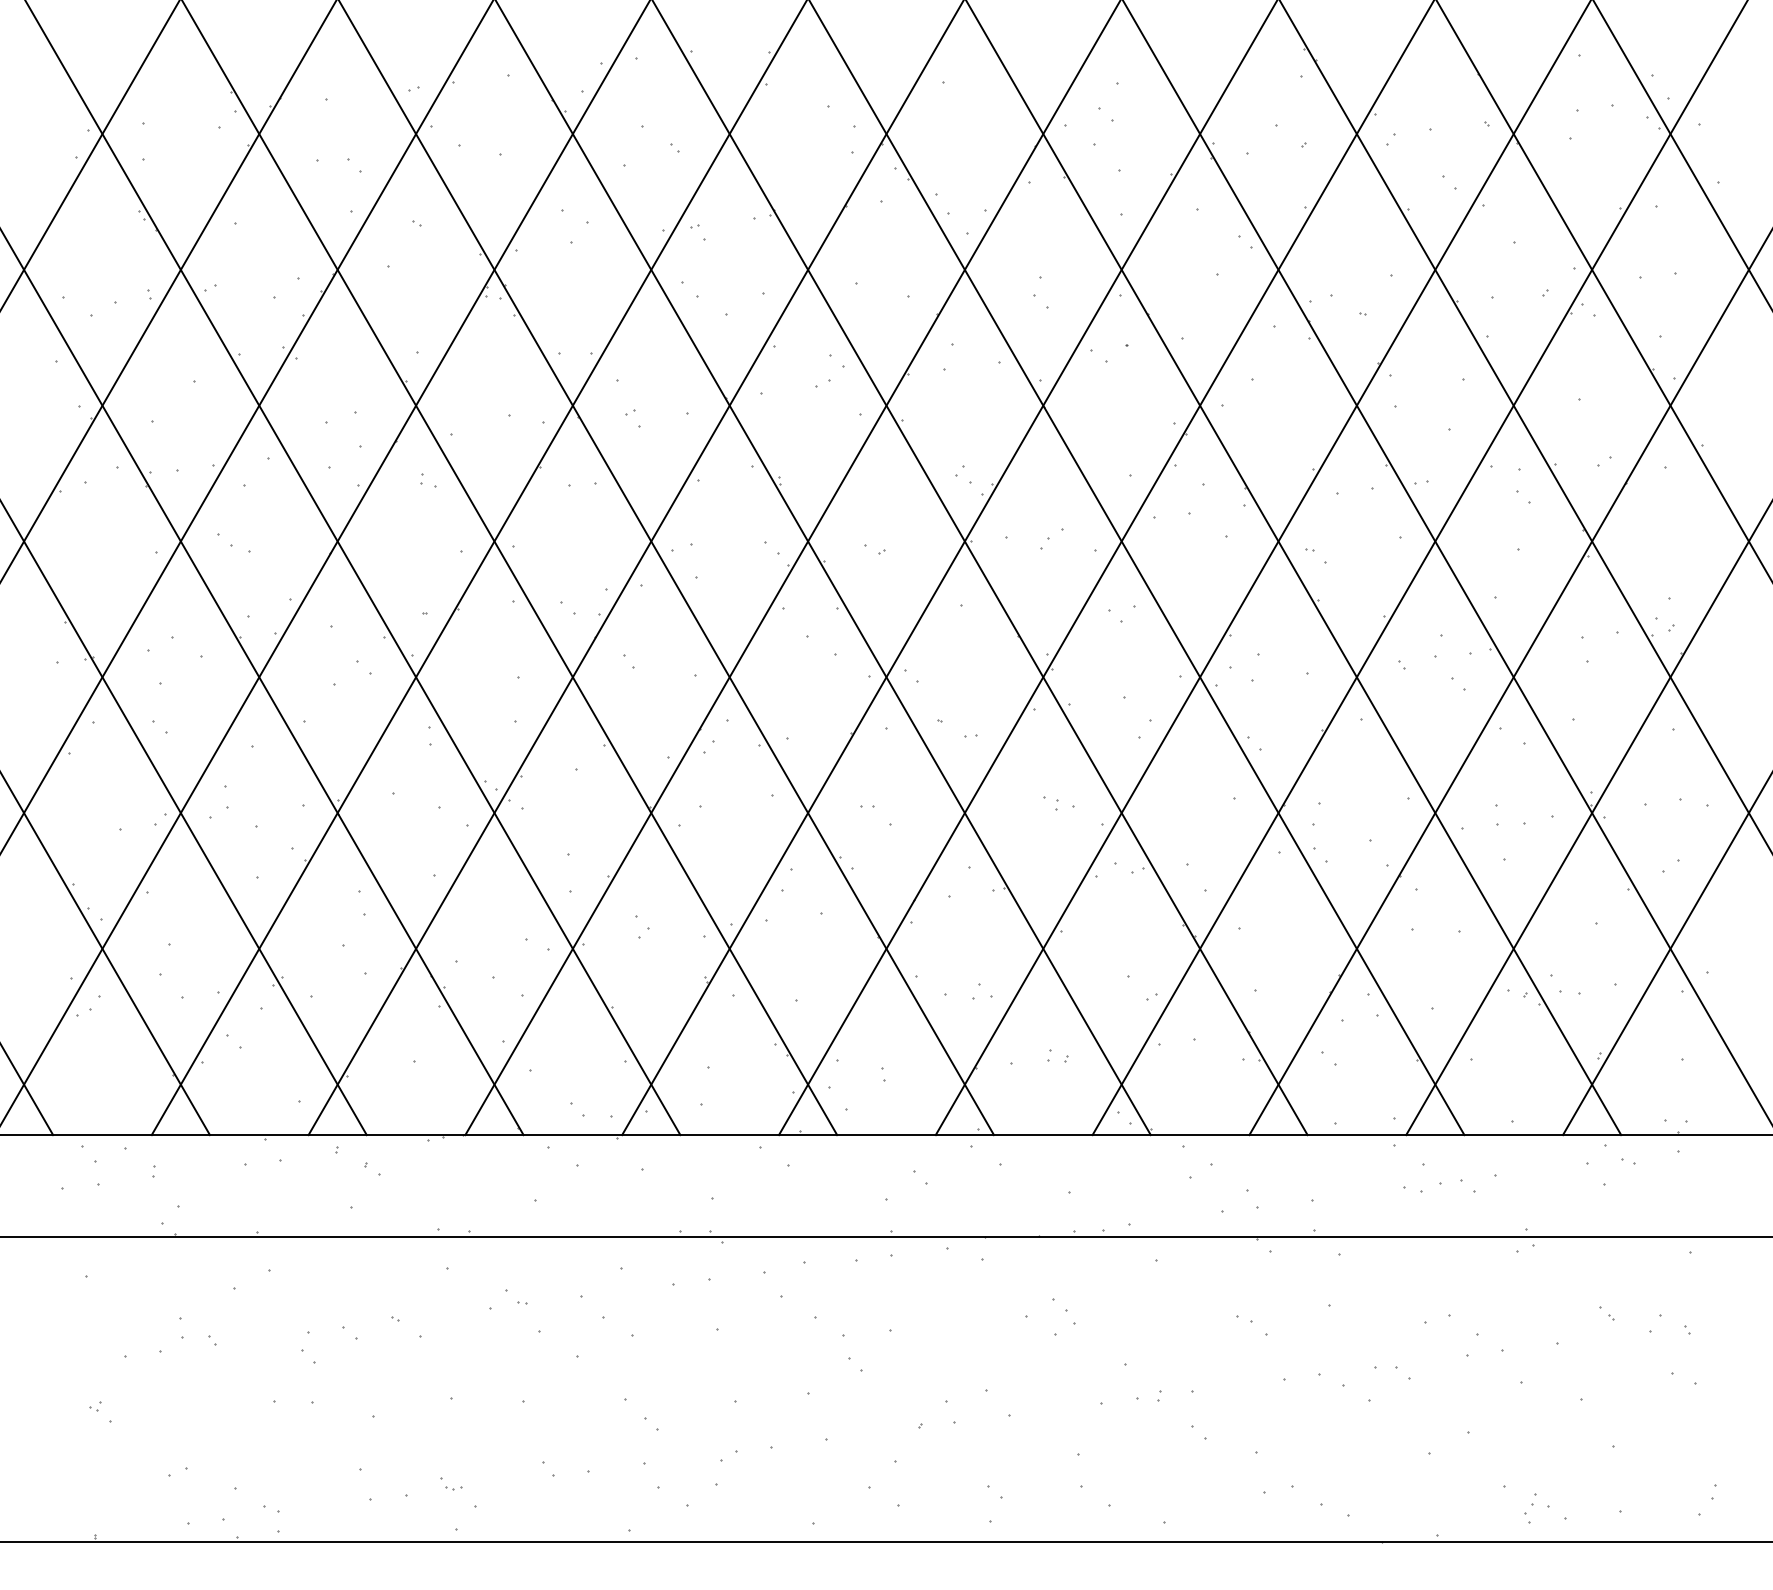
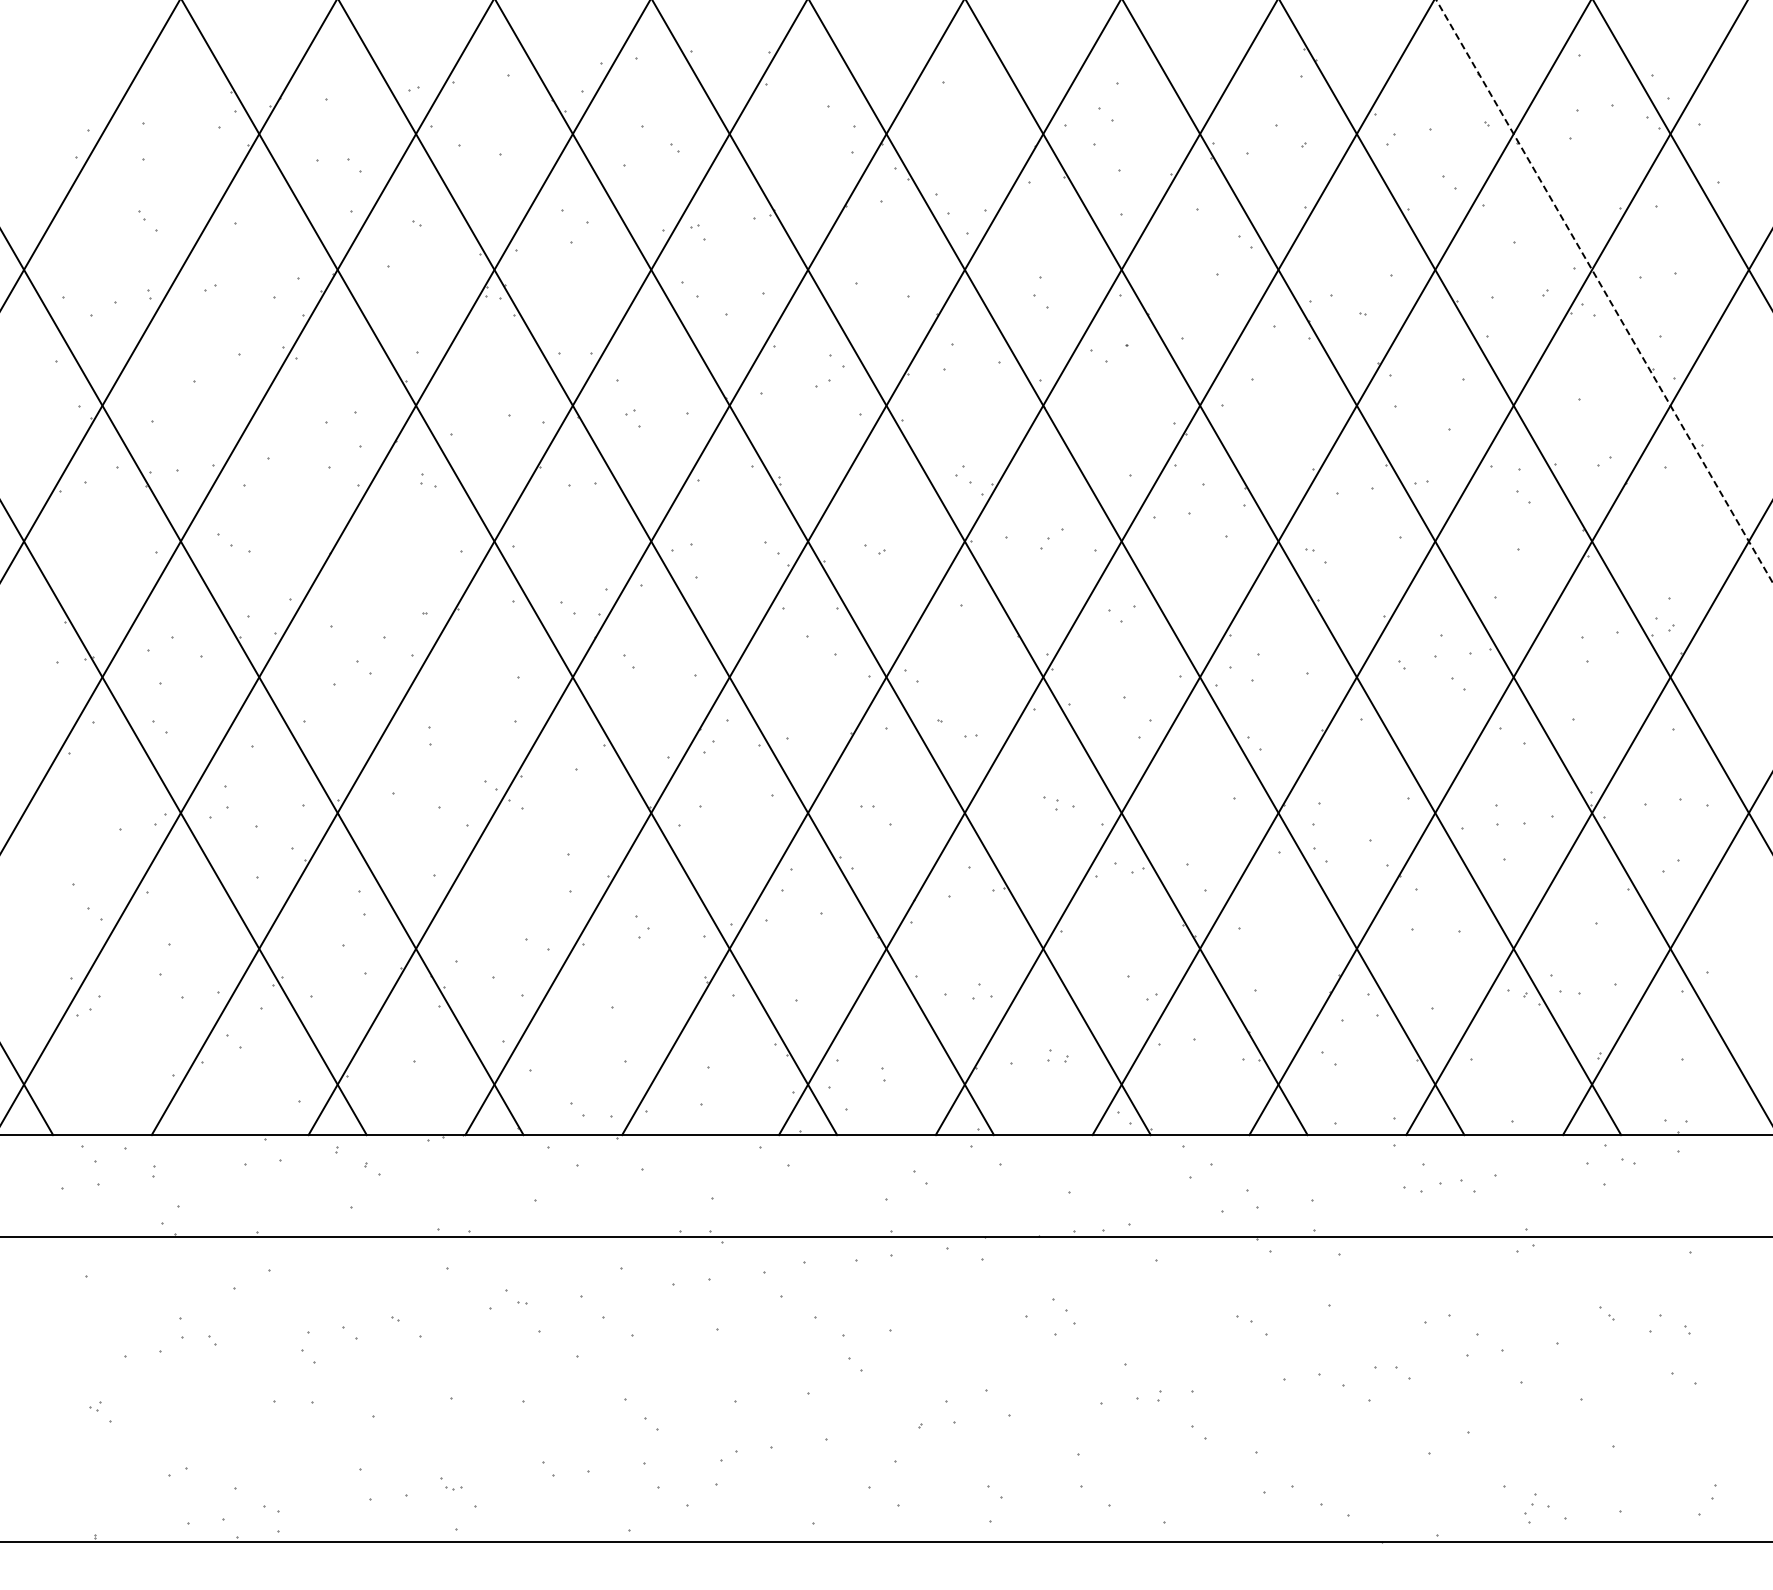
line at (1604, 291): solid -> dashed
line at (353, 568): present -> none
line at (105, 955): present -> none
